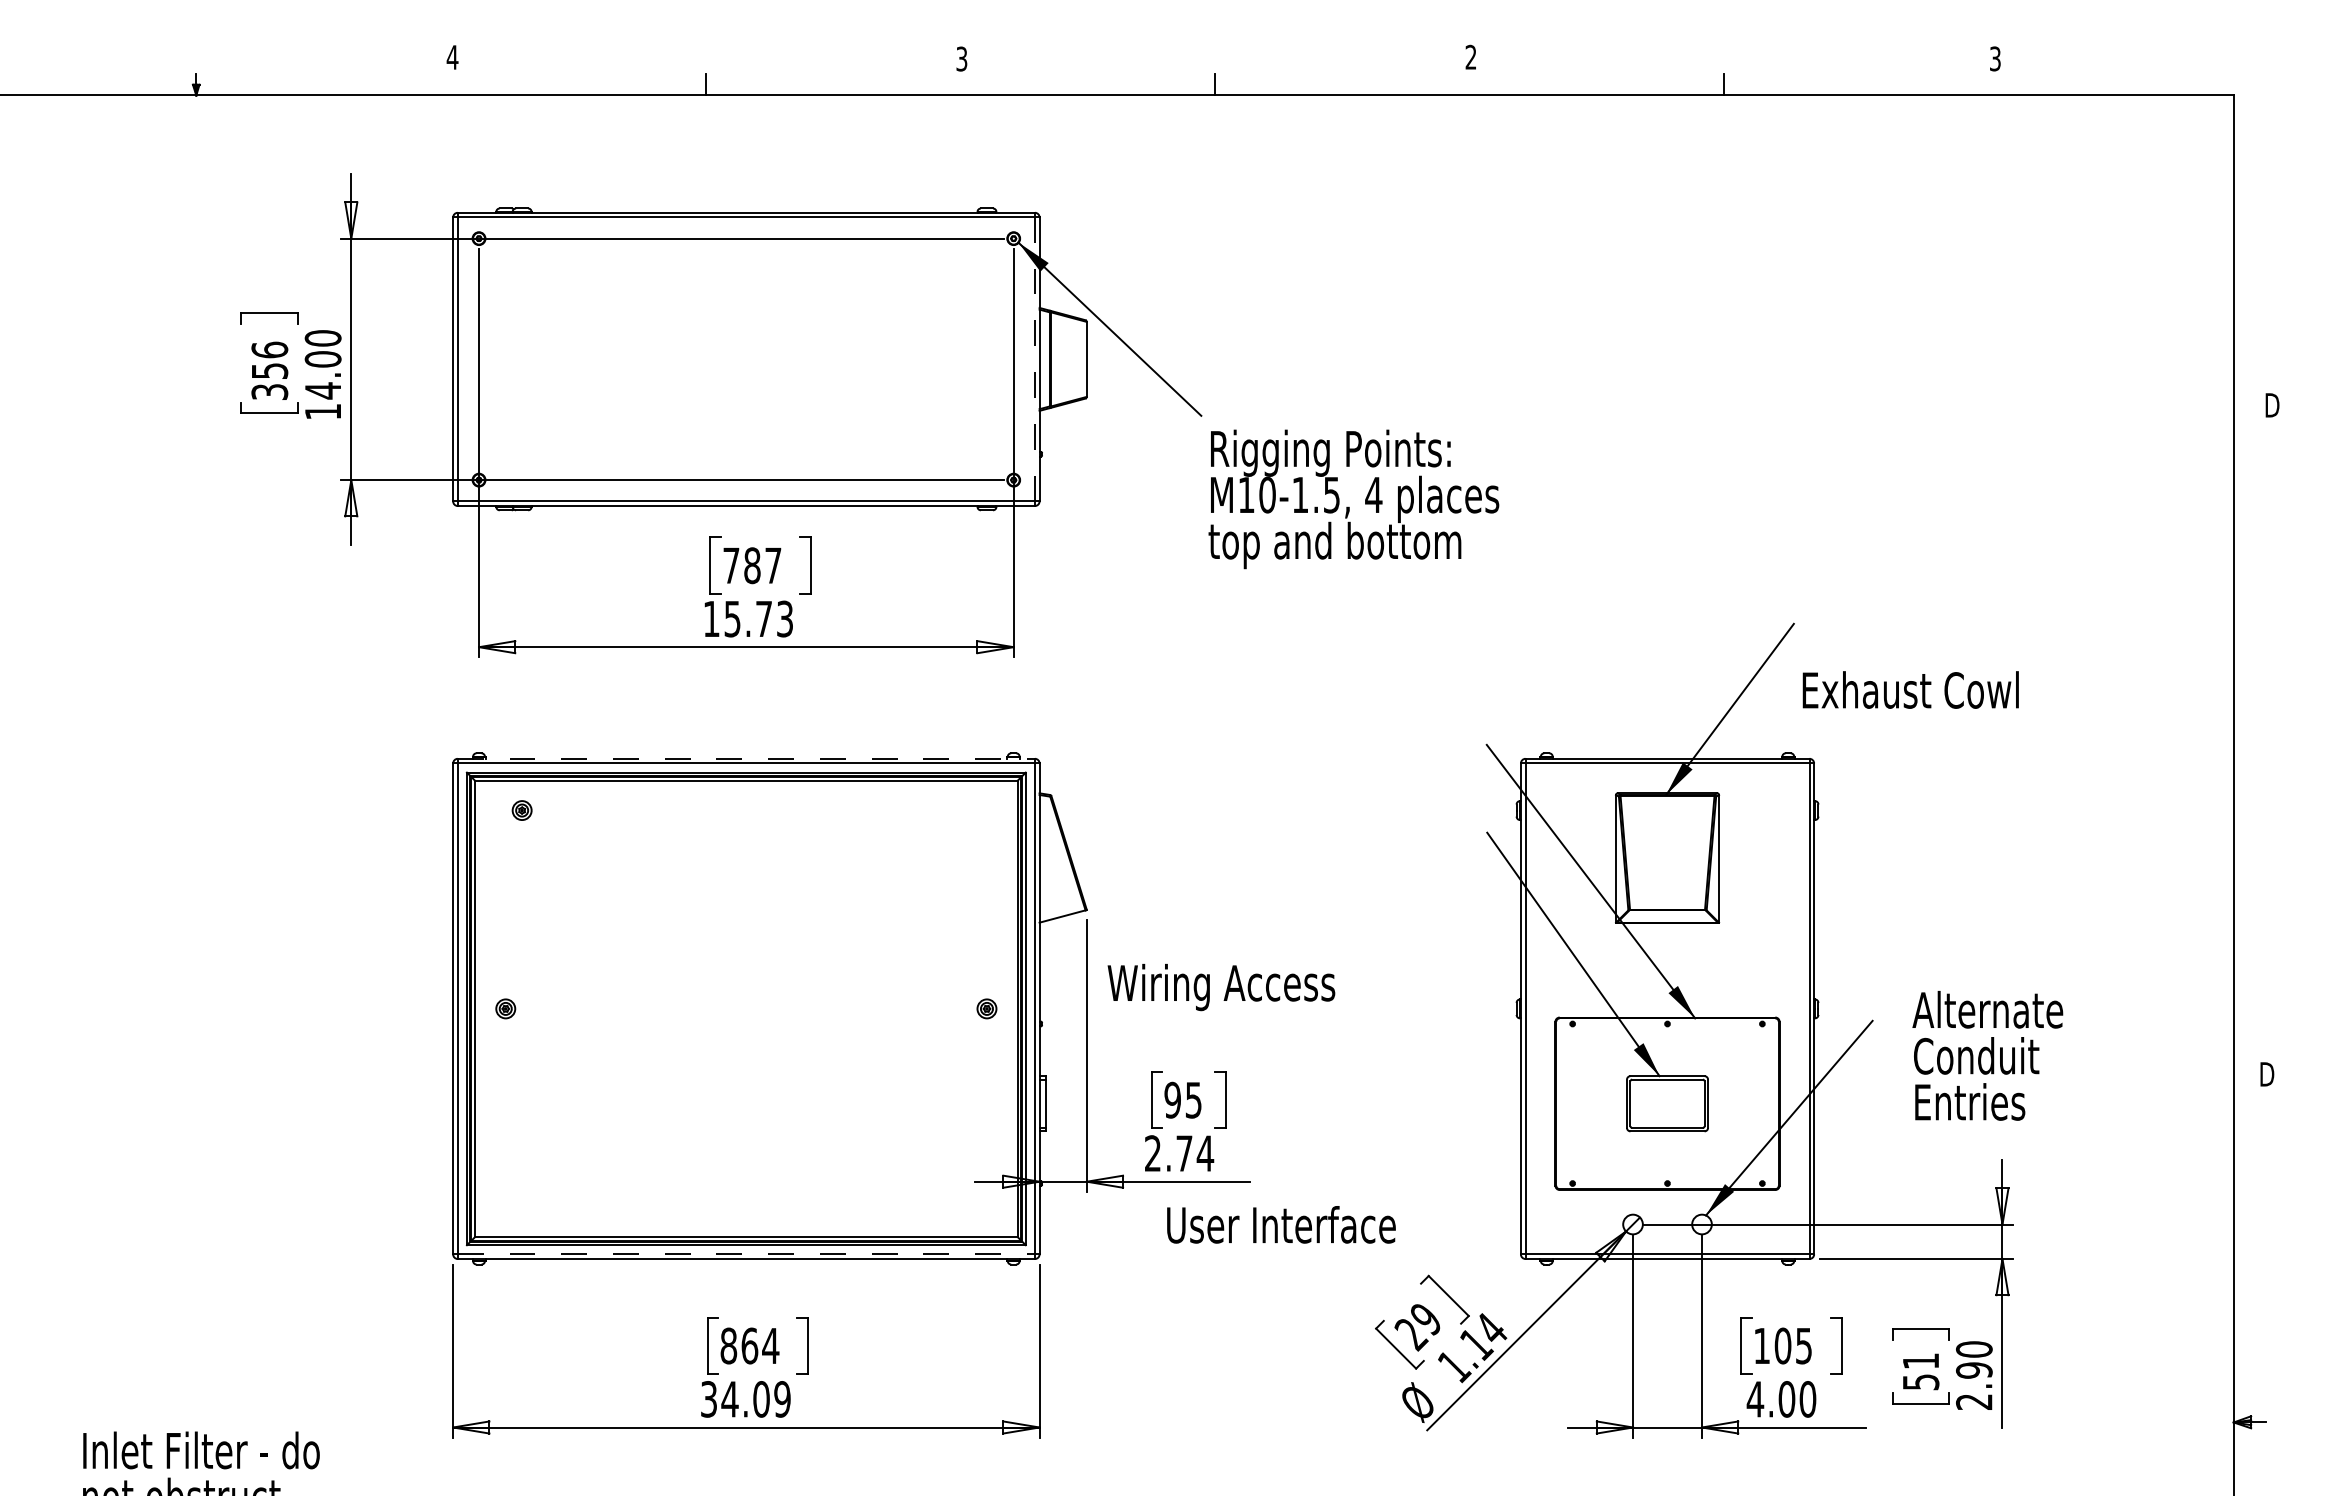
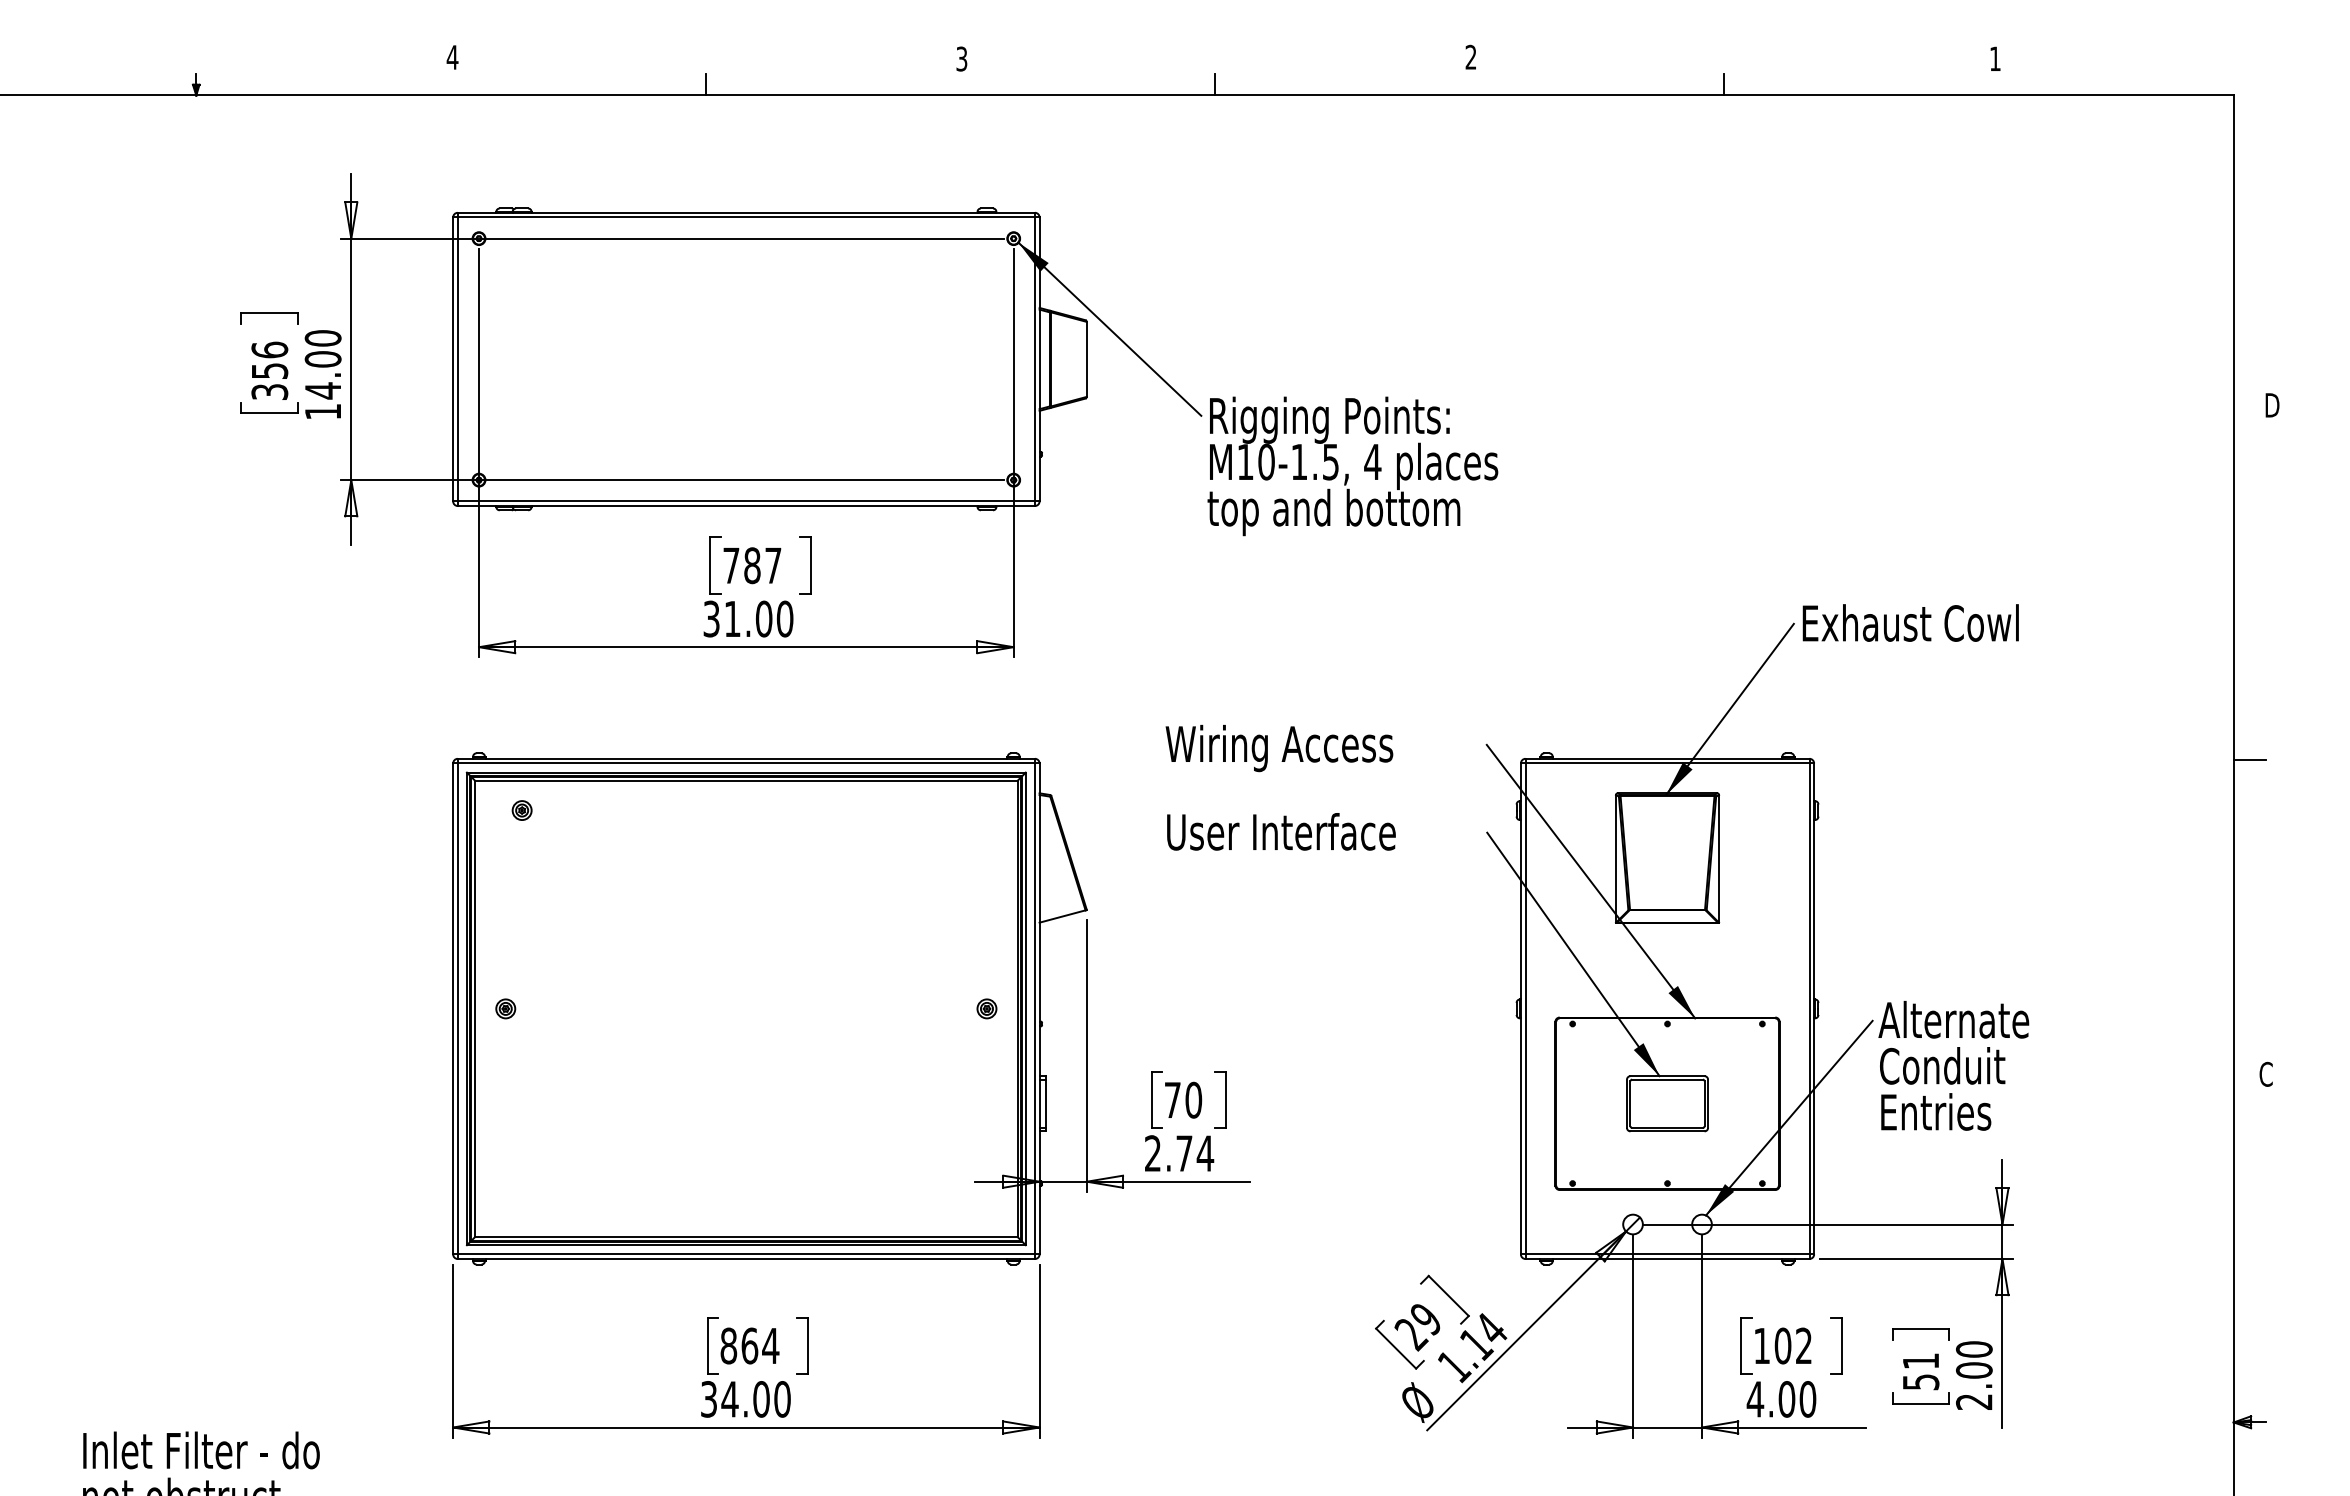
text at (1995, 58): 3 -> 1
line at (1035, 358): dashed -> solid
text at (1353, 499) position: (1353, 499) -> (1352, 466)
text at (748, 618): 15.73 -> 31.00
text at (1910, 689) position: (1910, 689) -> (1910, 622)
line at (746, 758): dashed -> solid
line at (2249, 759): none -> present
text at (1221, 987) position: (1221, 987) -> (1279, 748)
text at (1987, 1055) position: (1987, 1055) -> (1953, 1065)
text at (2266, 1073): D -> C
text at (1183, 1099): 95 -> 70
text at (1281, 1224) position: (1281, 1224) -> (1281, 831)
line at (746, 1254): dashed -> solid
text at (1803, 1345): 105 -> 102
text at (1974, 1370): 2.90 -> 2.00
text at (782, 1399): 34.09 -> 34.00
